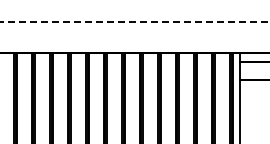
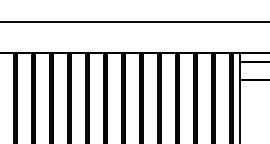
line at (134, 22): dashed -> solid
